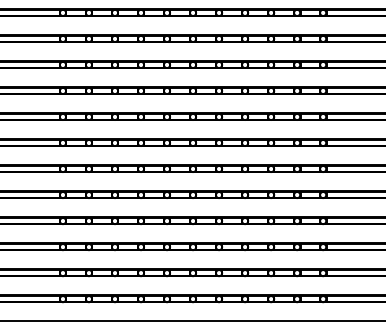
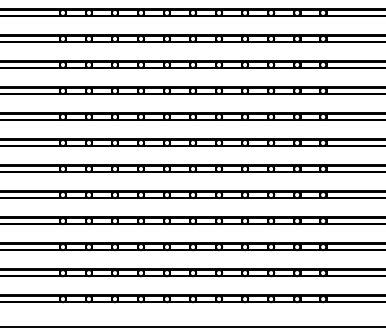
line at (192, 321) position: (192, 321) -> (192, 327)
